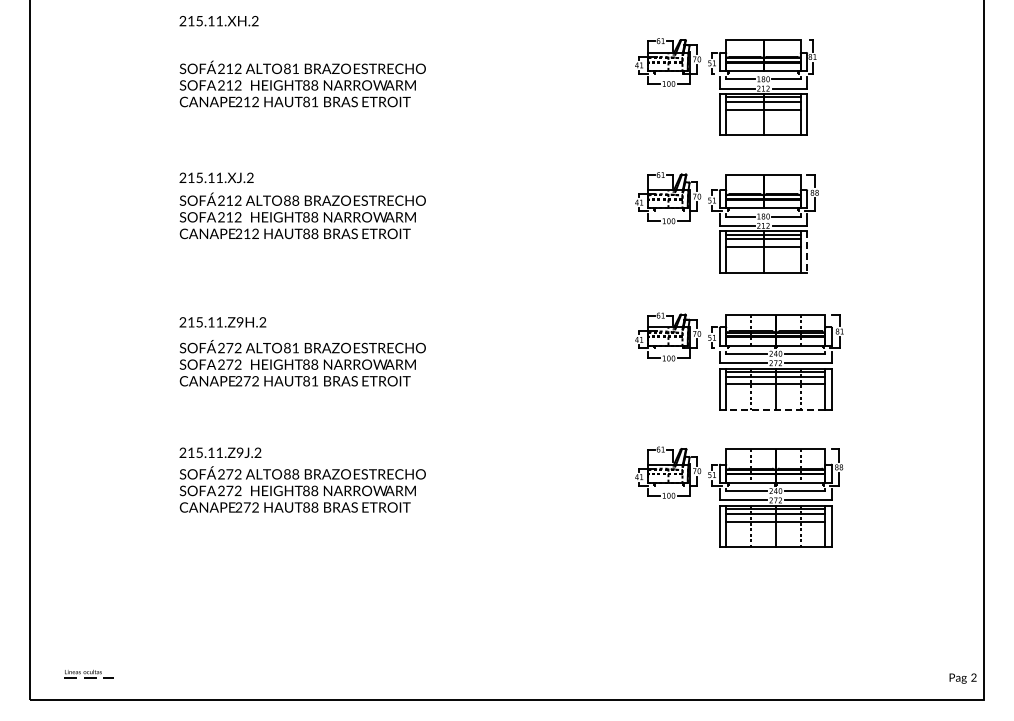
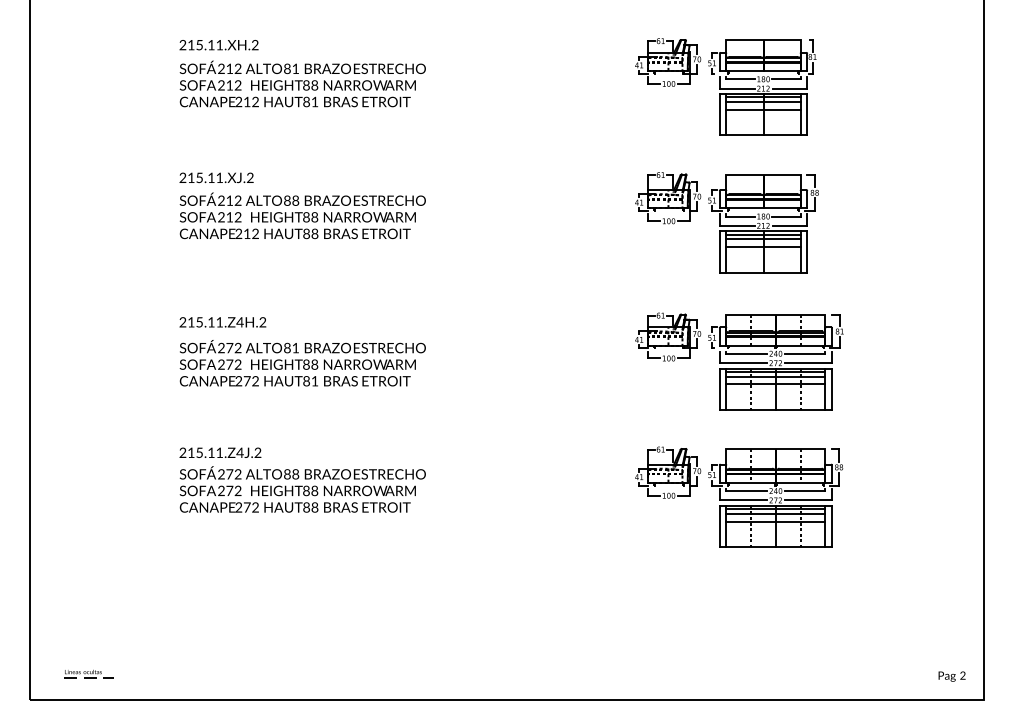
text at (218, 21) position: (218, 21) -> (218, 45)
line at (807, 252): dashed -> solid
text at (239, 322): 215.11.Z9H.2 -> 215.11.Z4H.2
line at (775, 409): dashed -> solid
text at (239, 452): 215.11.Z9J.2 -> 215.11.Z4J.2
text at (962, 678) position: (962, 678) -> (951, 676)
